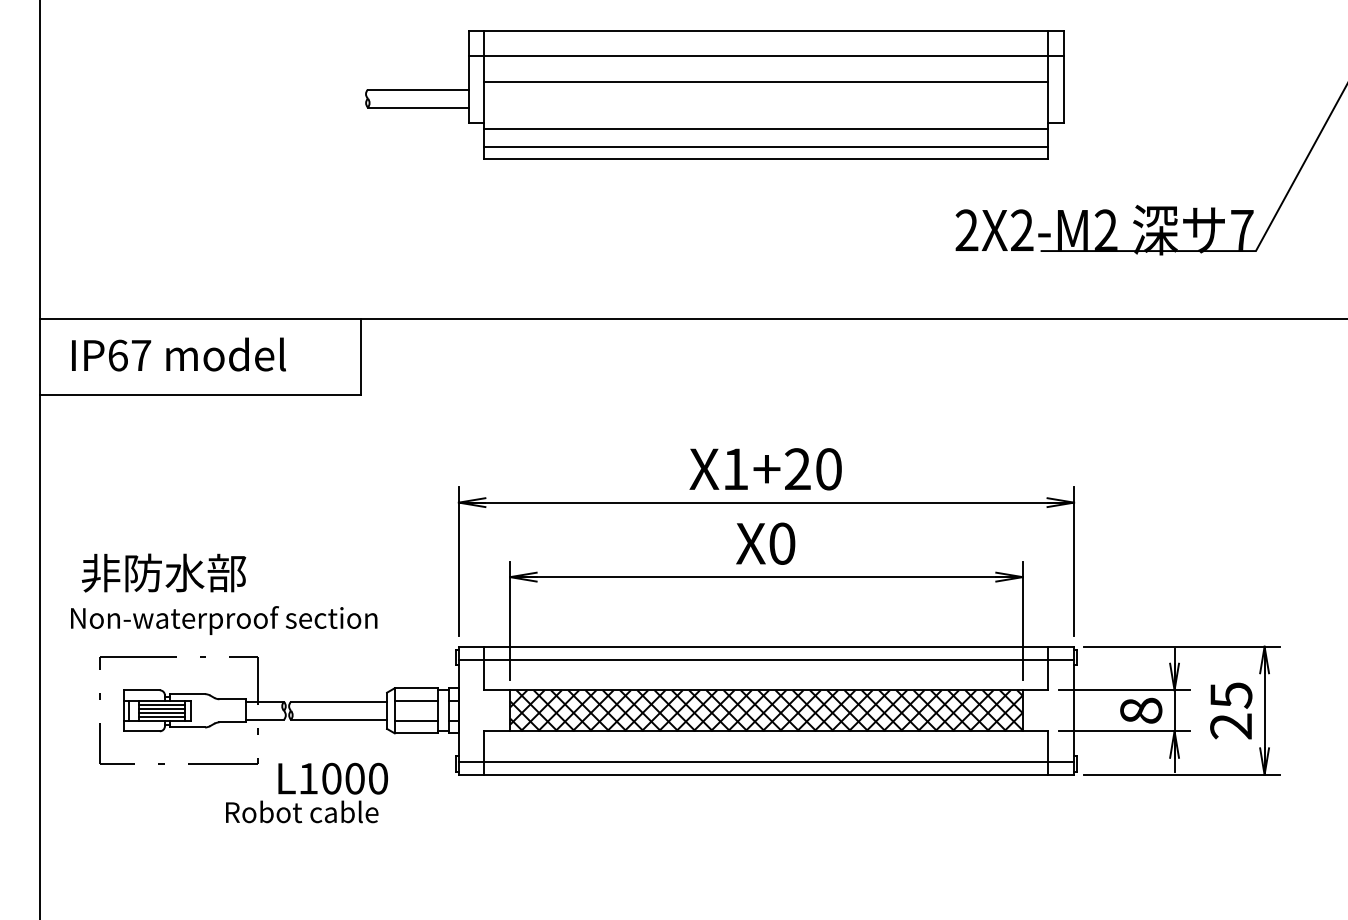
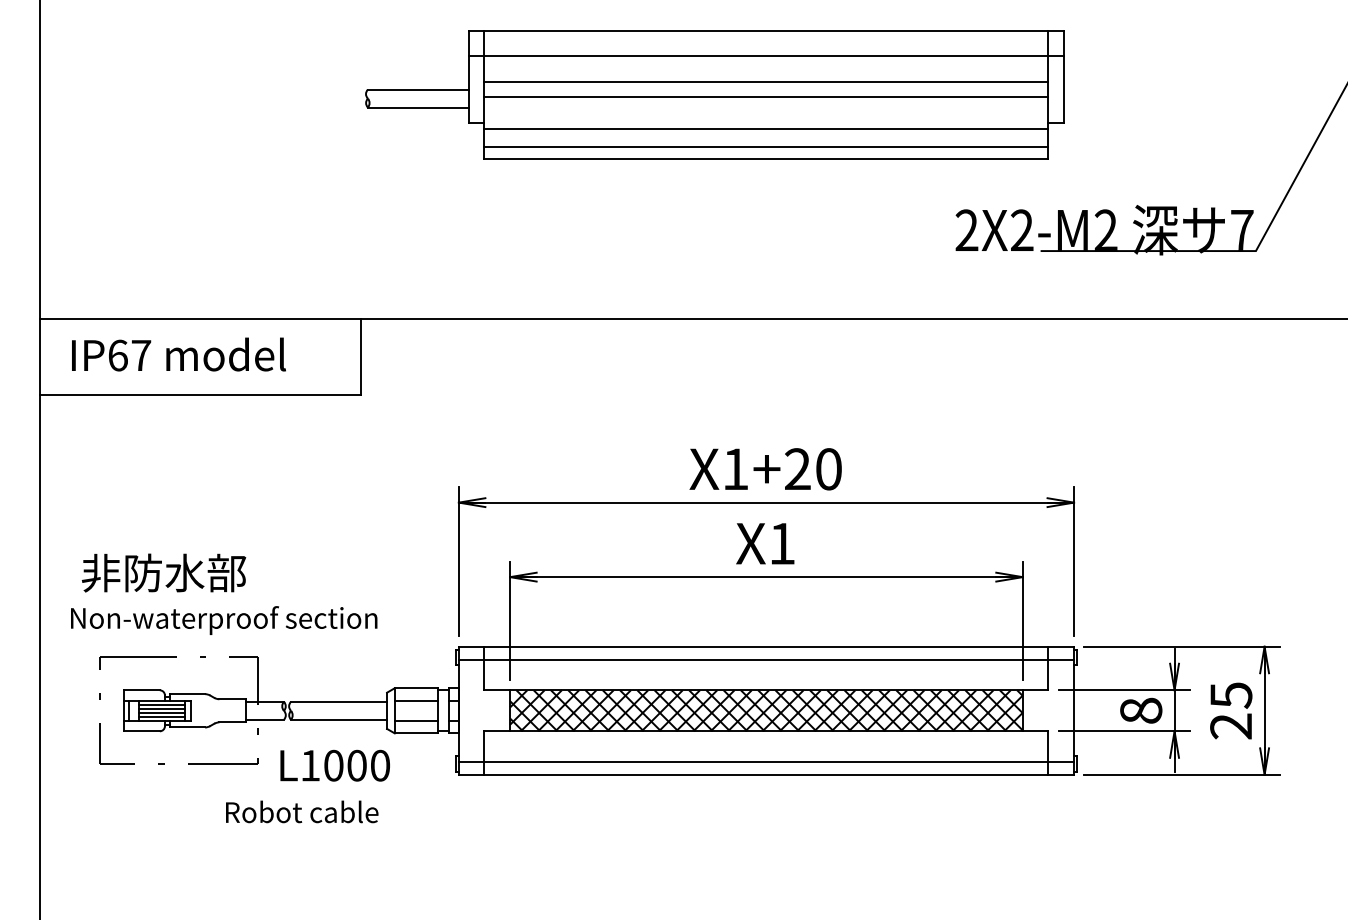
line at (766, 97): none -> present
text at (782, 543): X0 -> X1
text at (332, 778) position: (332, 778) -> (334, 765)
